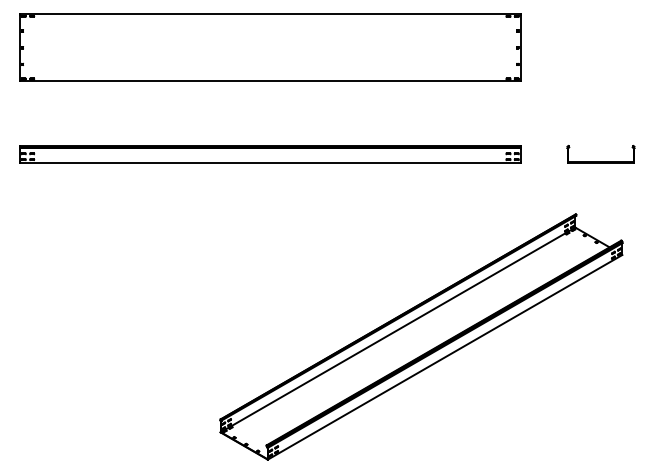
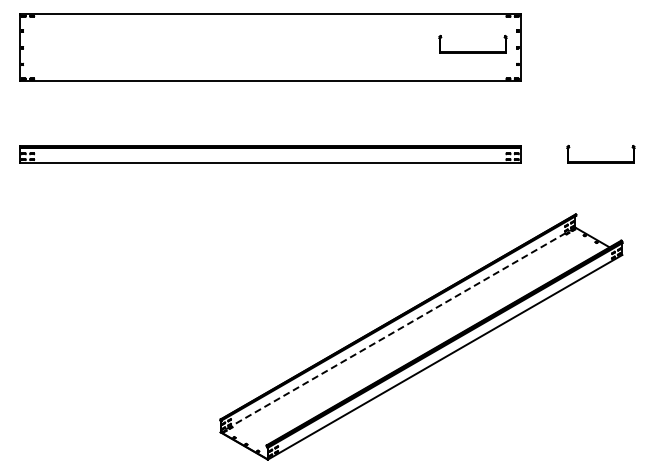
part at (472, 51): none -> present
line at (398, 329): solid -> dashed
